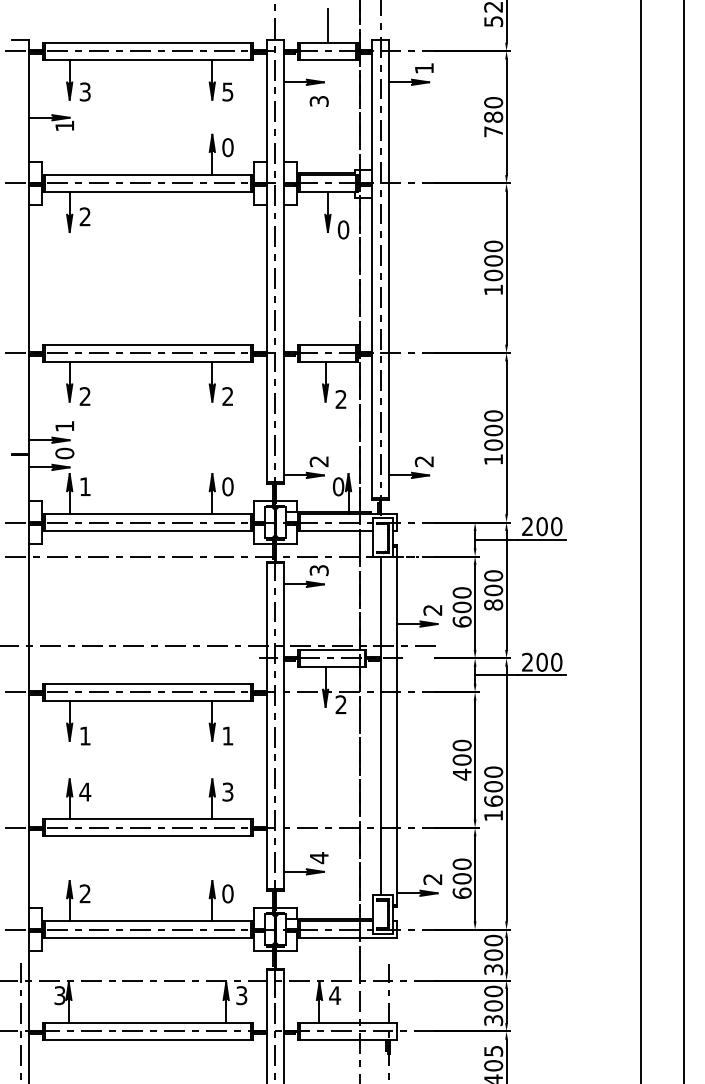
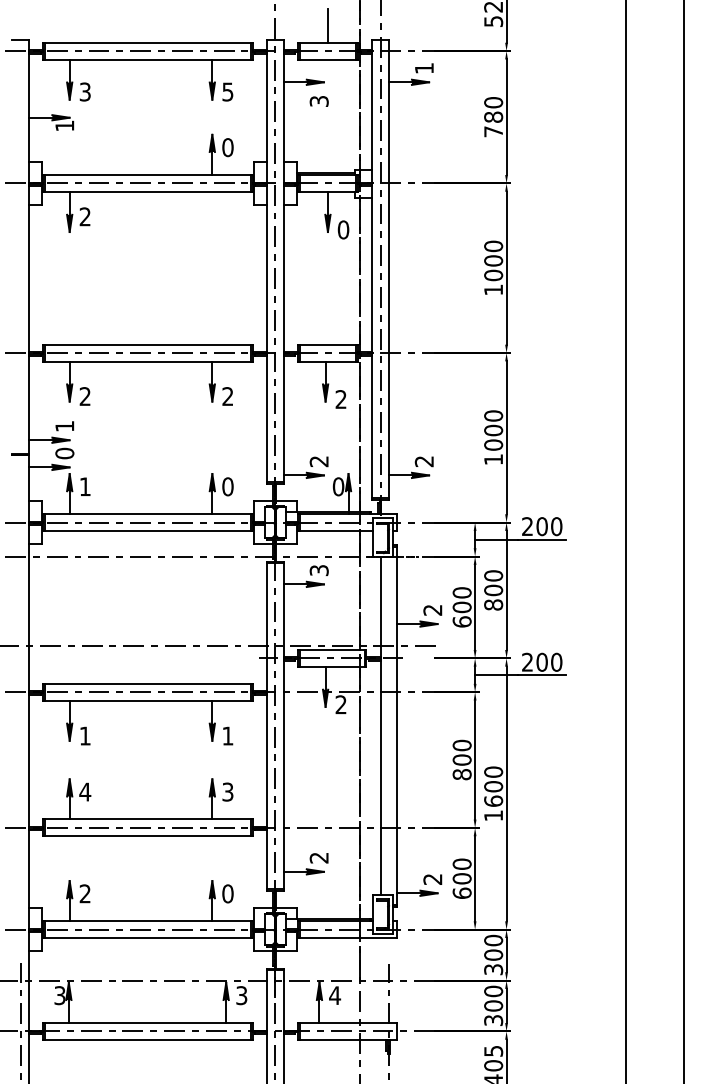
line at (641, 541) position: (641, 541) -> (626, 541)
text at (461, 774): 400 -> 800
text at (318, 858): 4 -> 2
